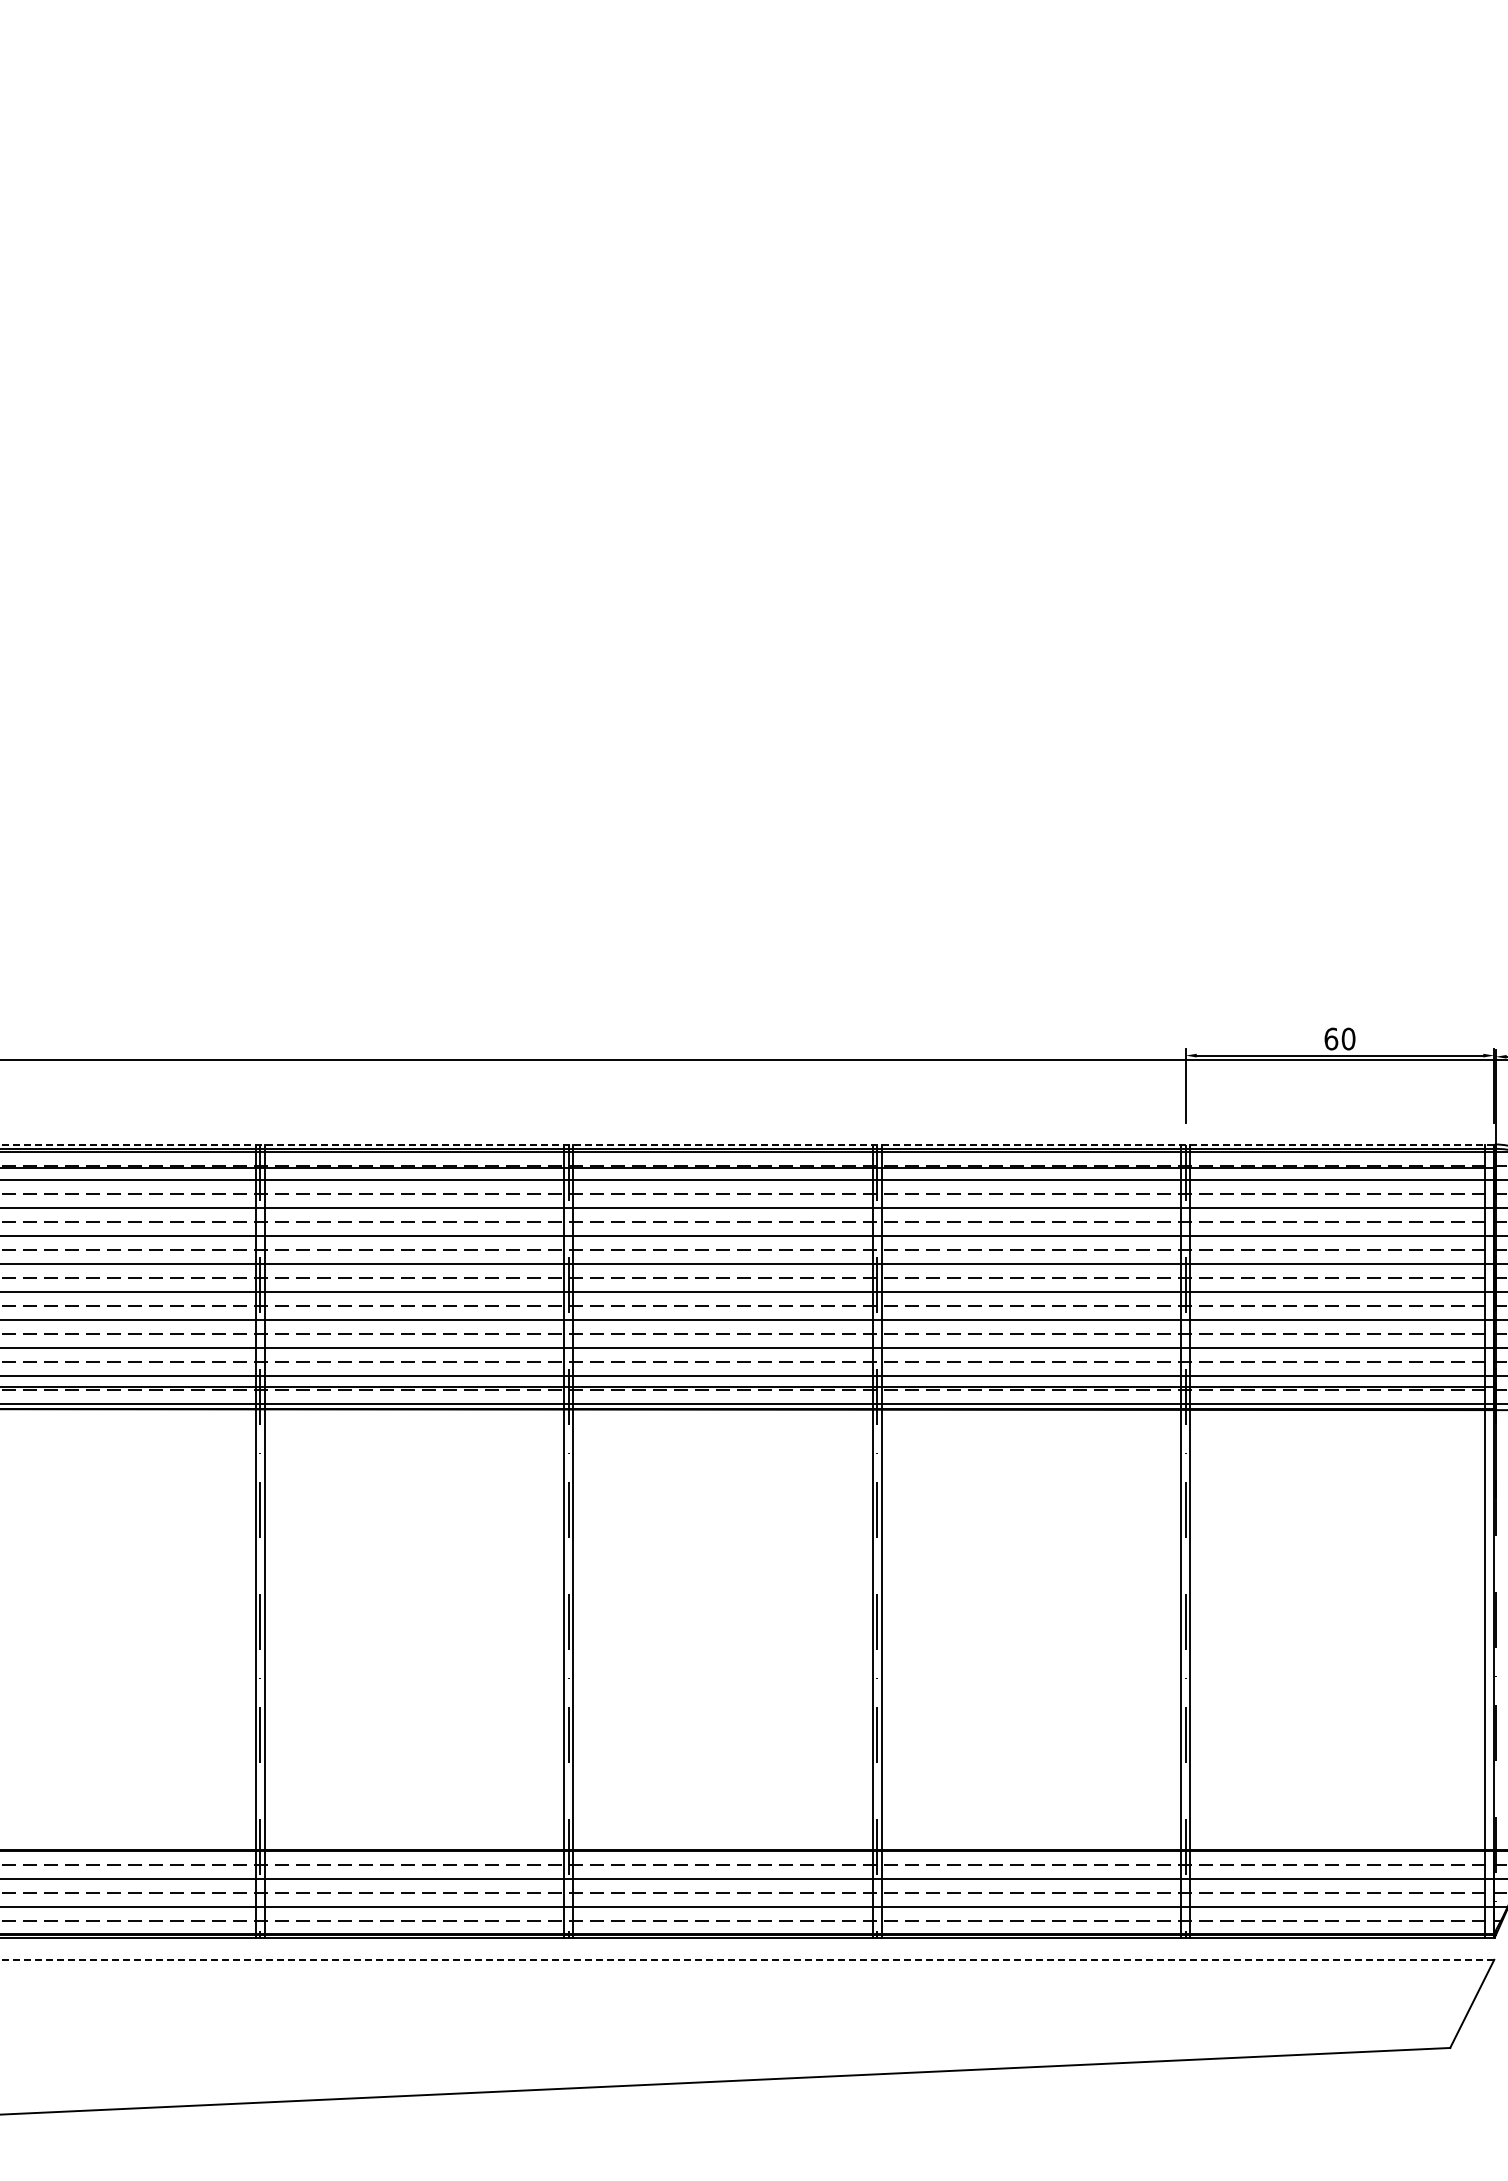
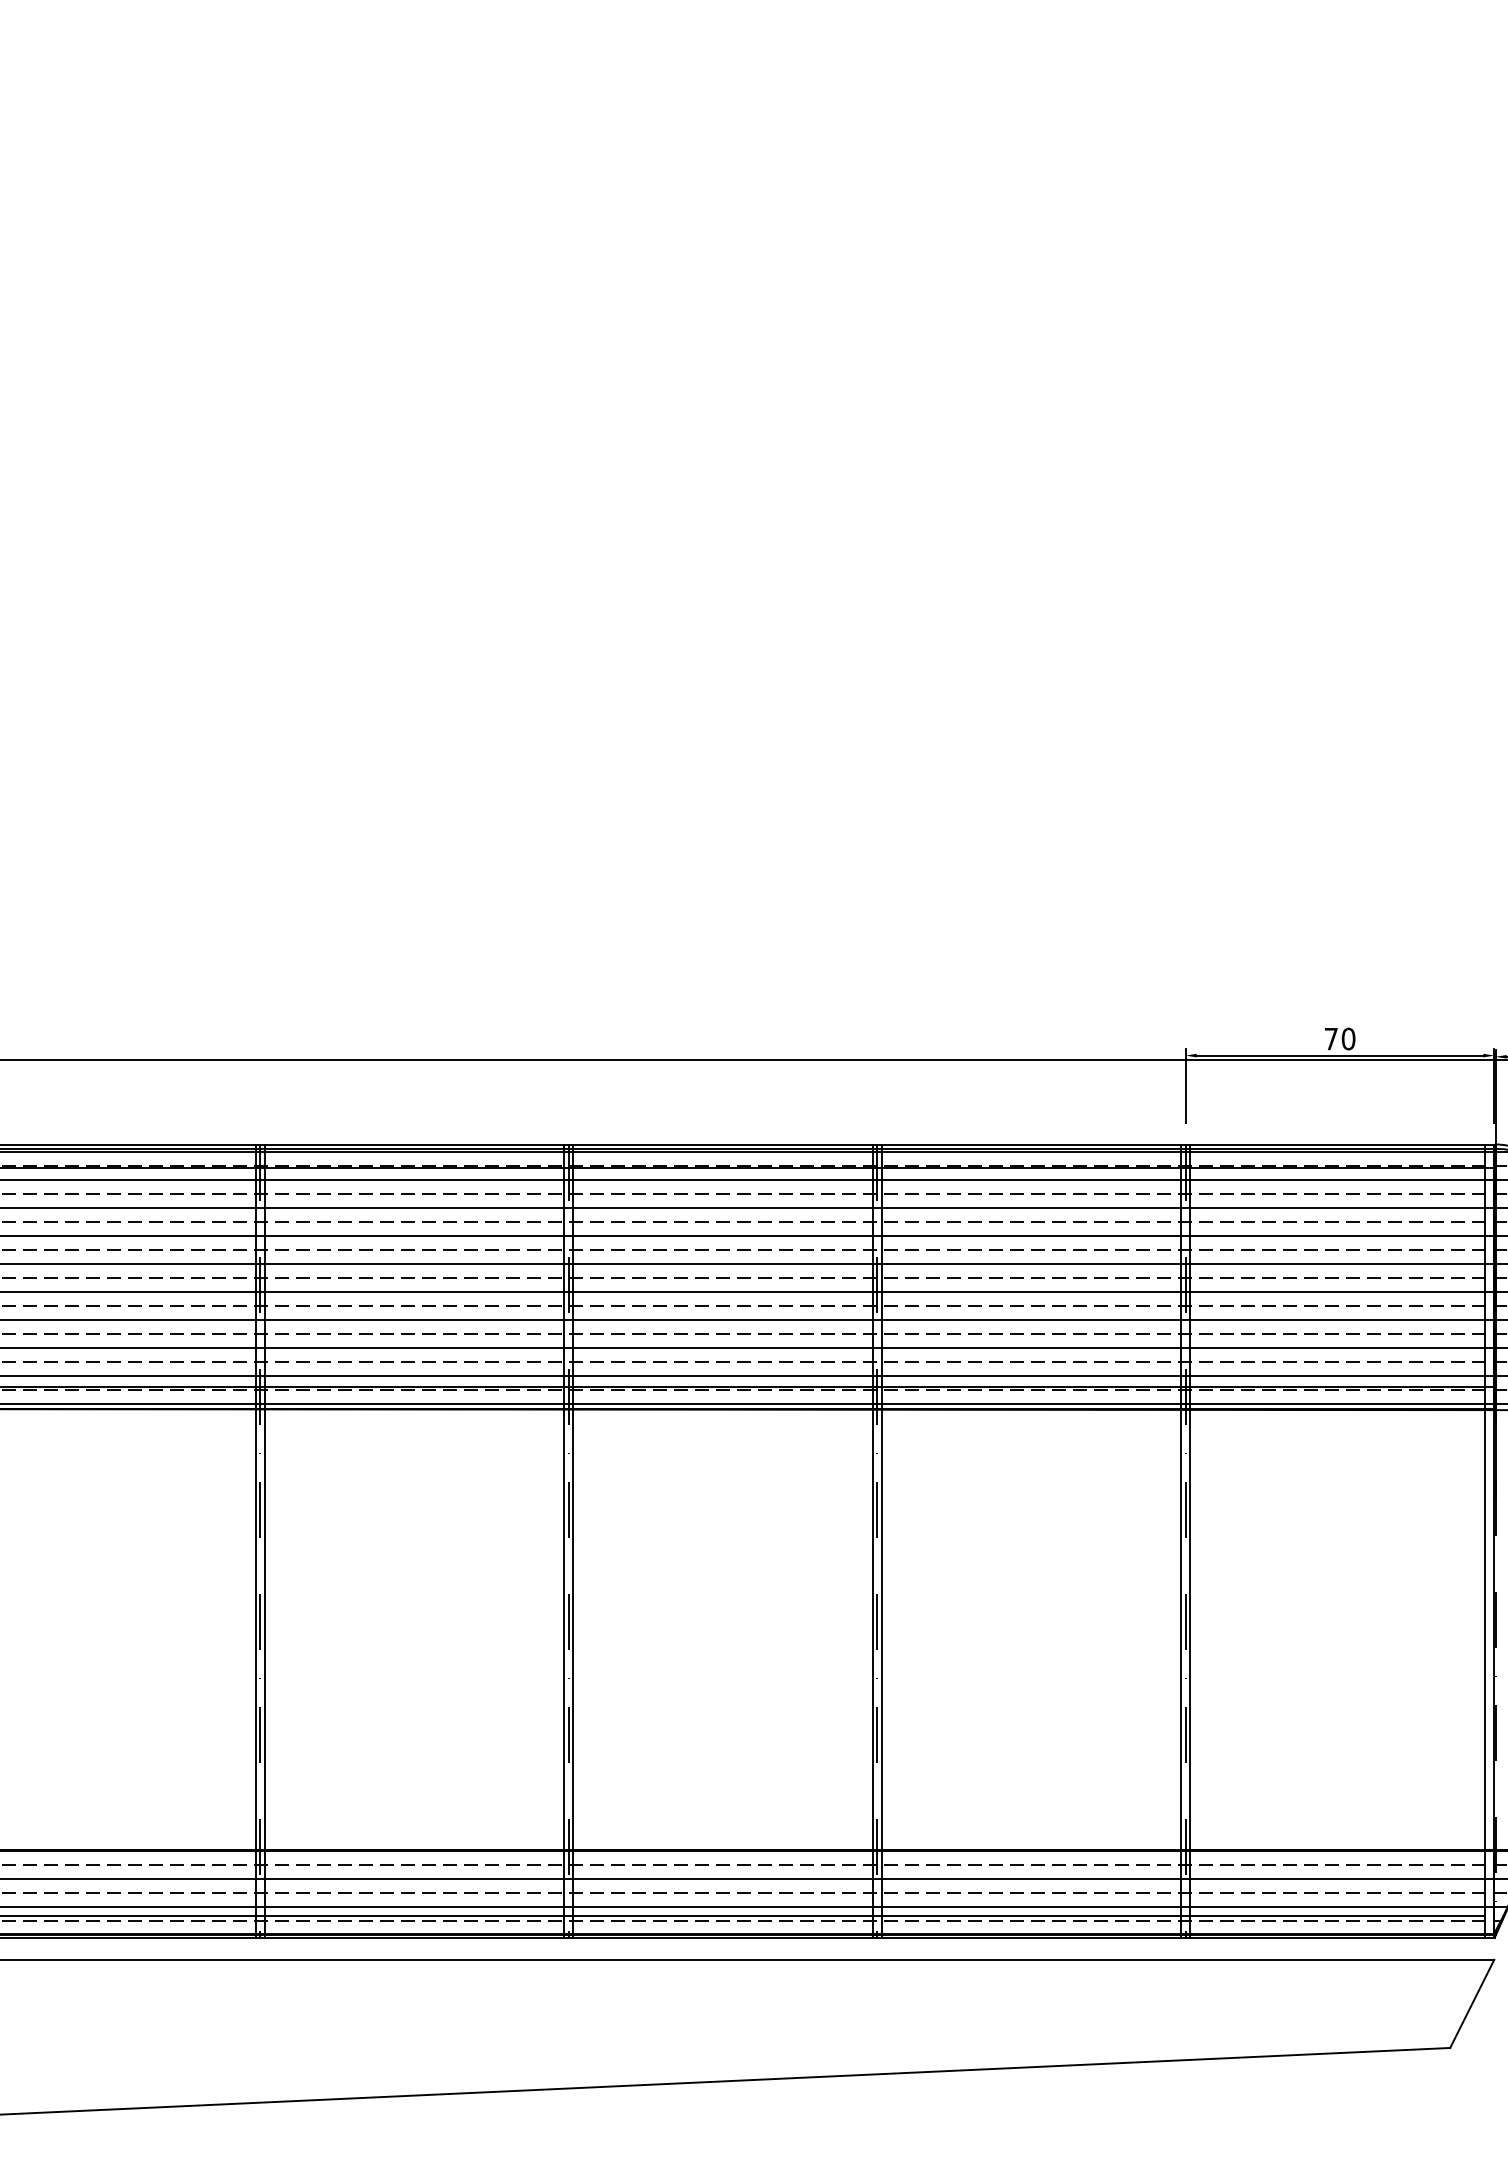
text at (1331, 1038): 60 -> 70
line at (747, 1144): dashed -> solid
line at (743, 1915): none -> present
line at (747, 1959): dashed -> solid
